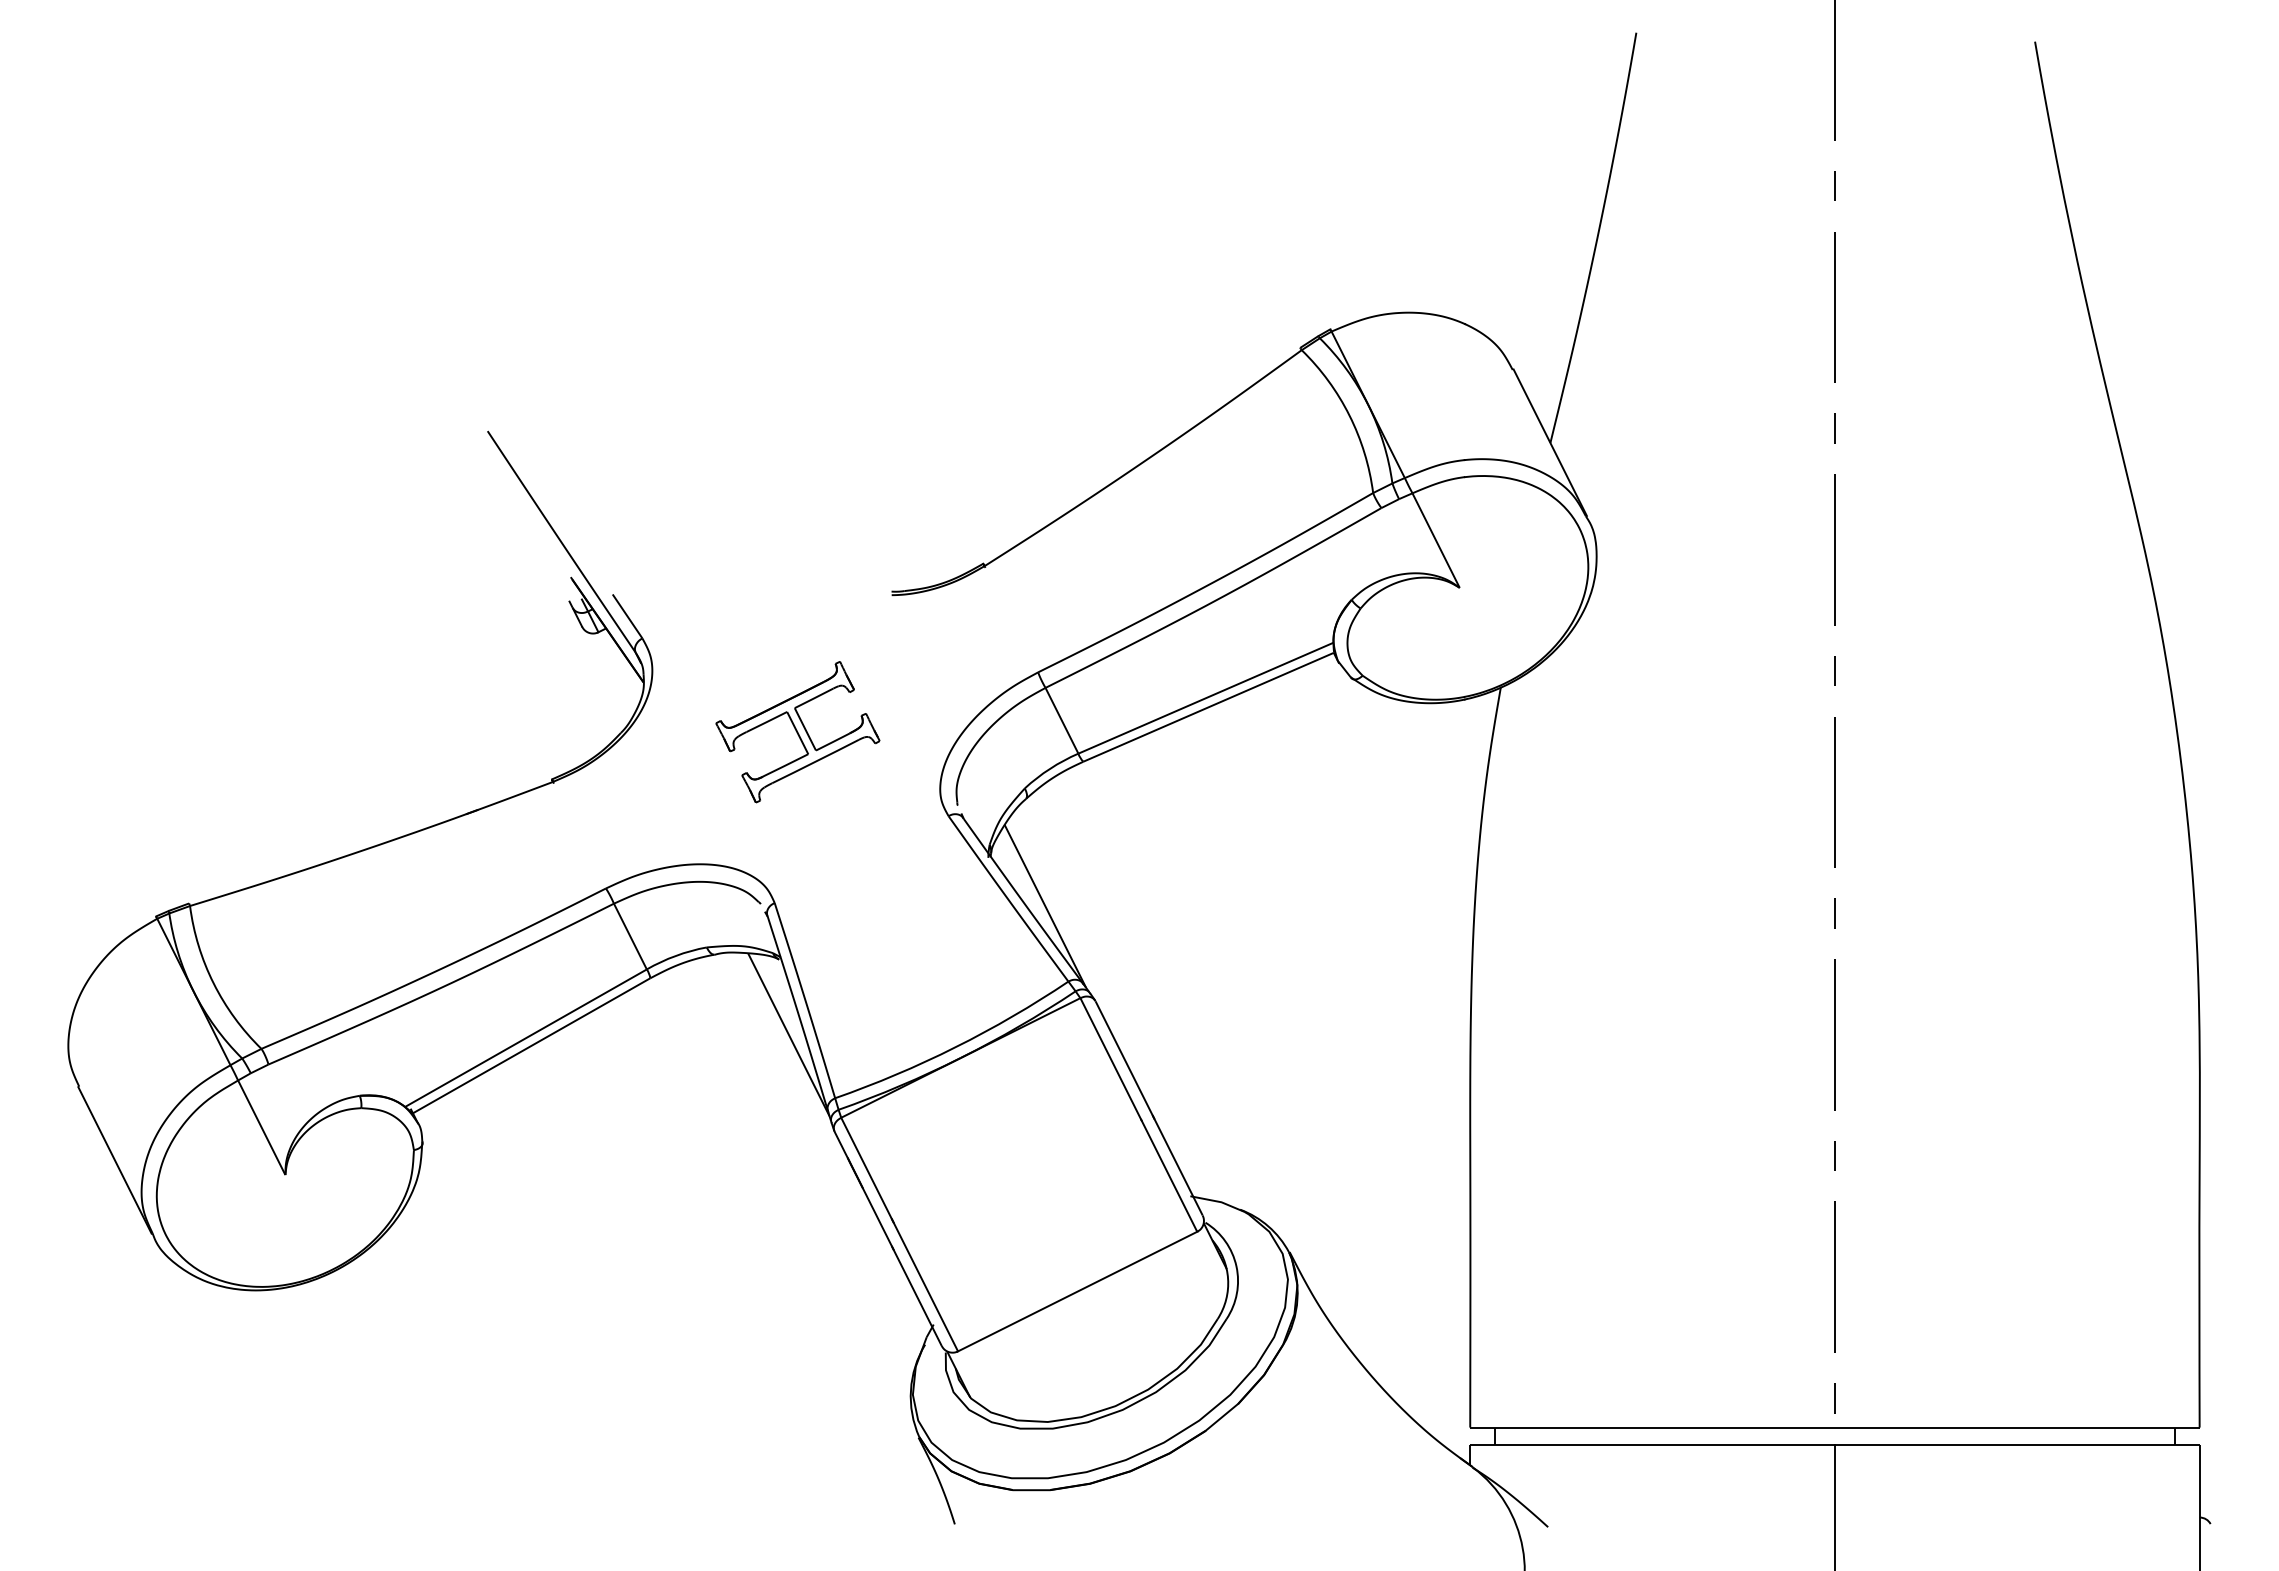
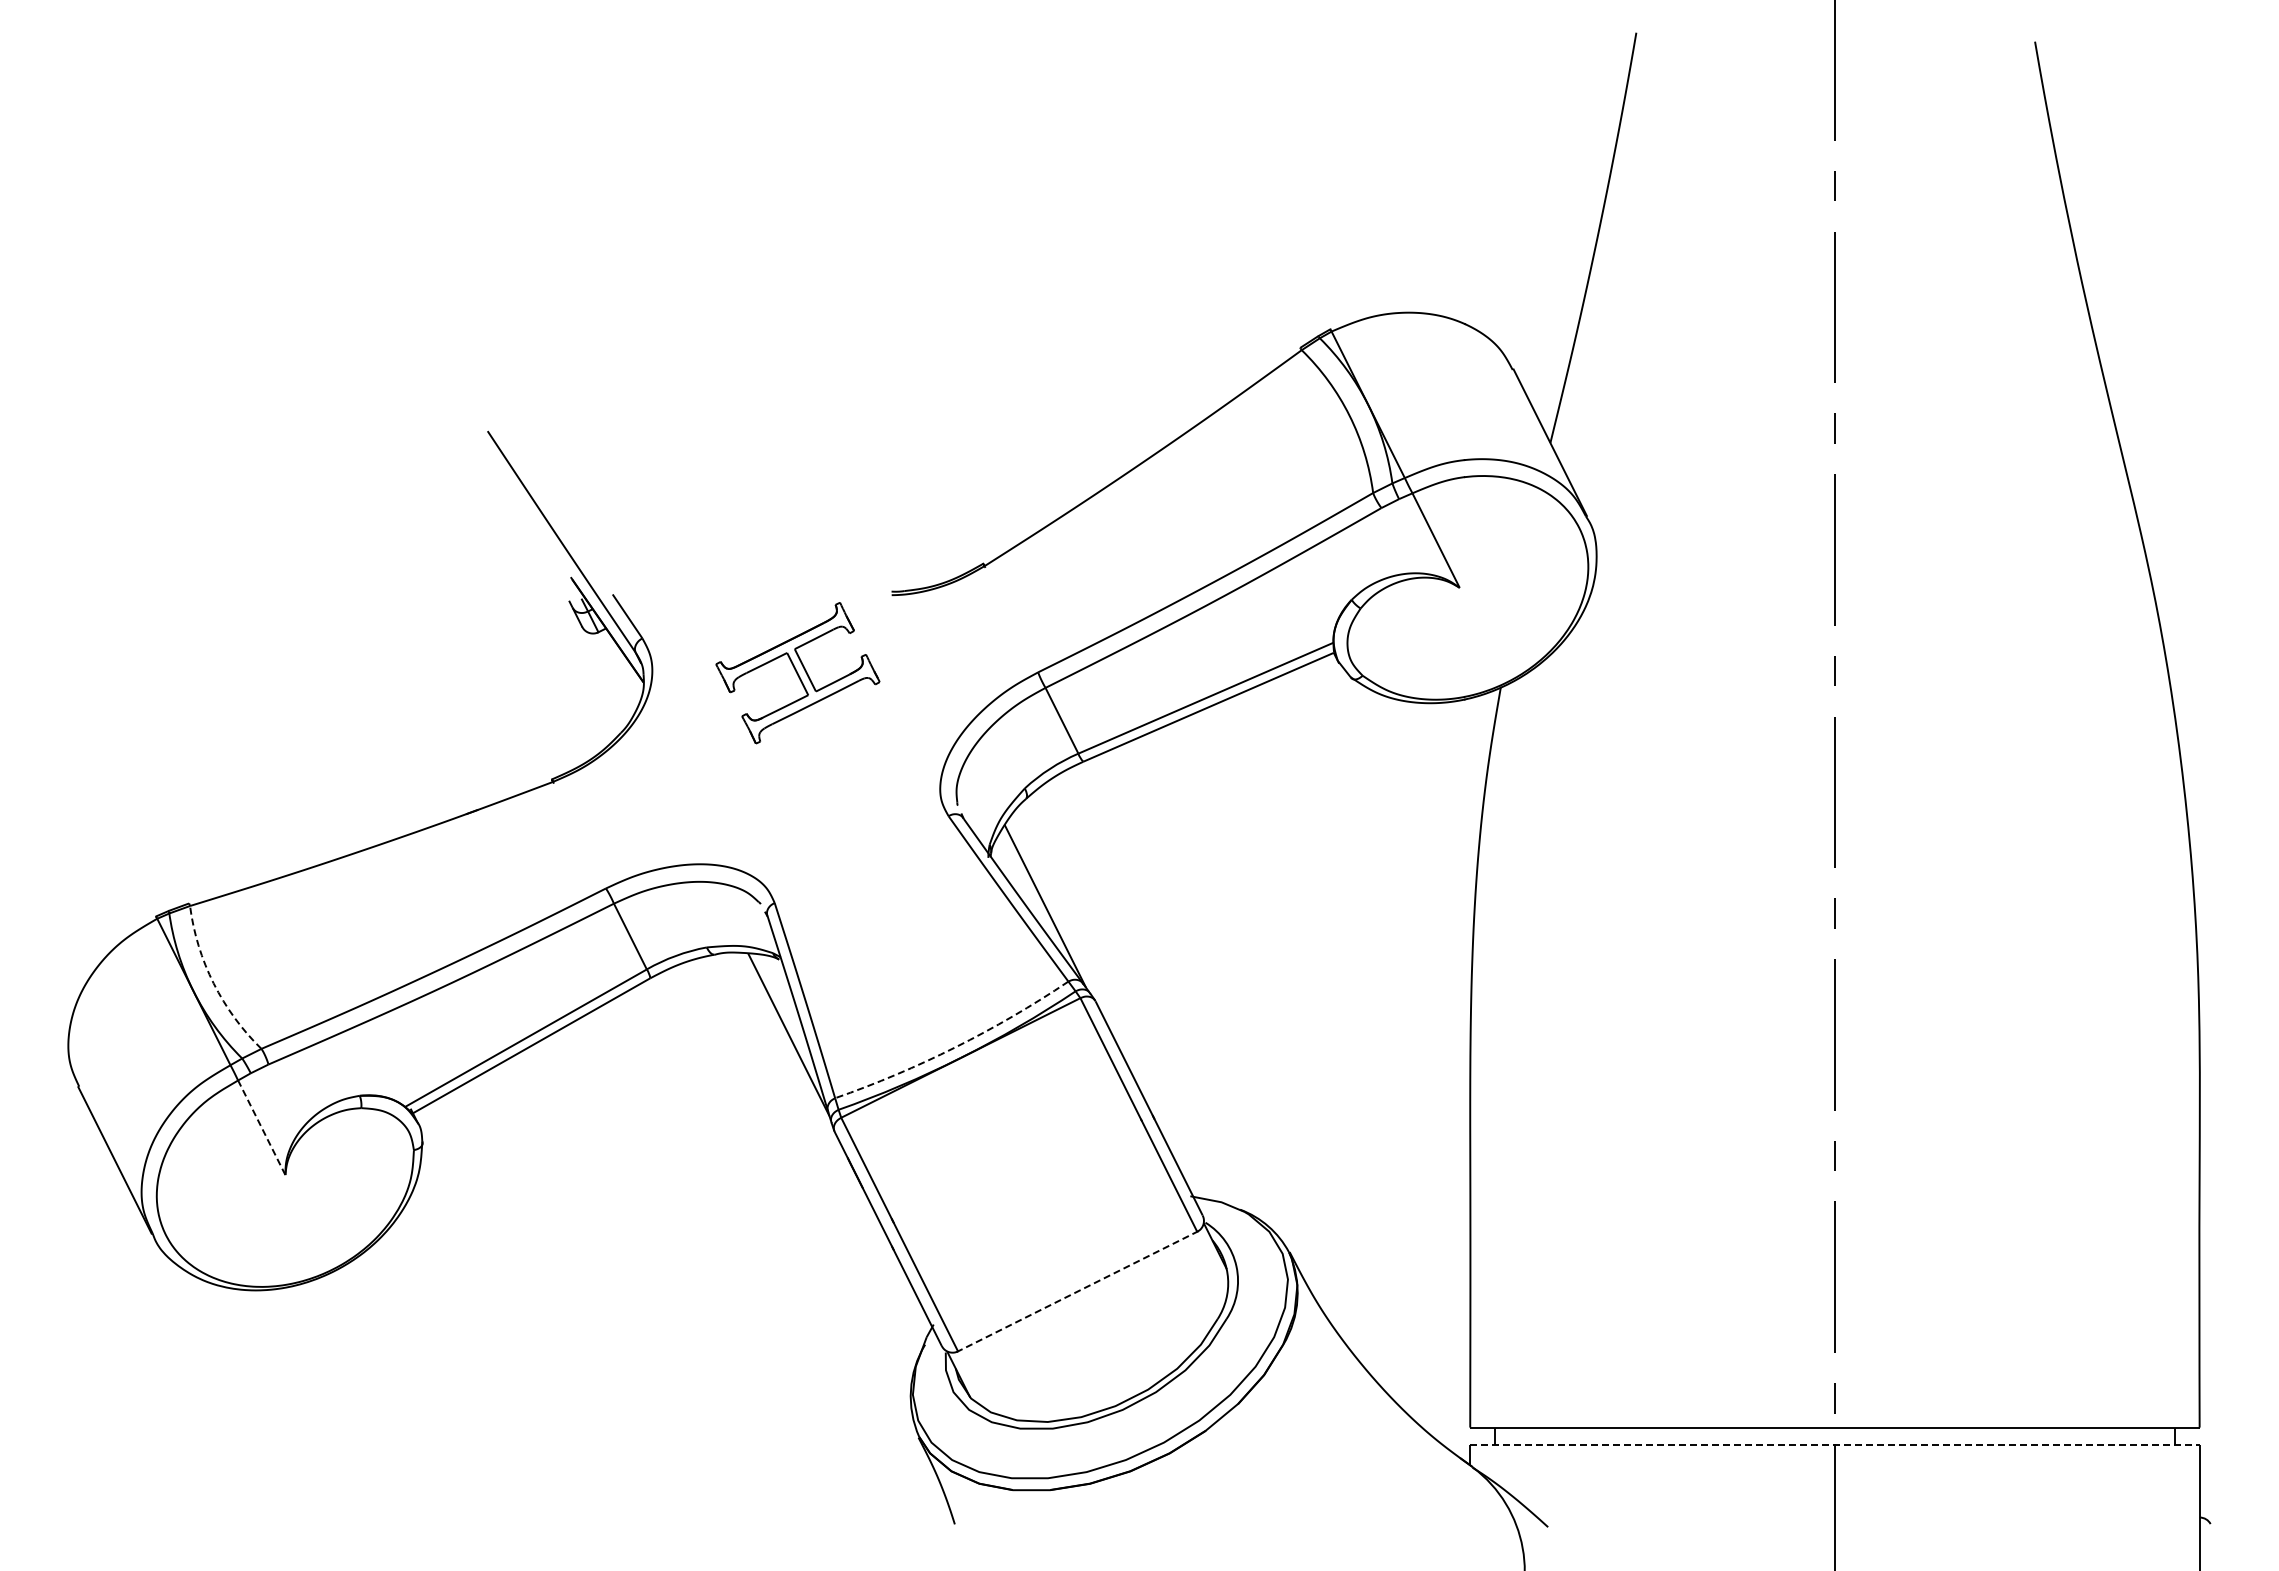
part at (797, 732) position: (797, 732) -> (797, 673)
line at (213, 983): solid -> dashed
line at (955, 1047): solid -> dashed
line at (261, 1127): solid -> dashed
line at (1077, 1291): solid -> dashed
line at (1834, 1444): solid -> dashed
